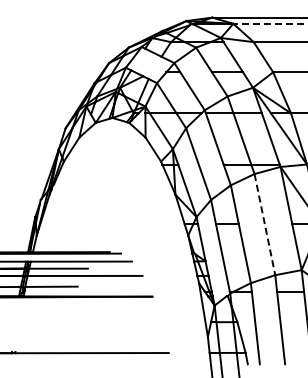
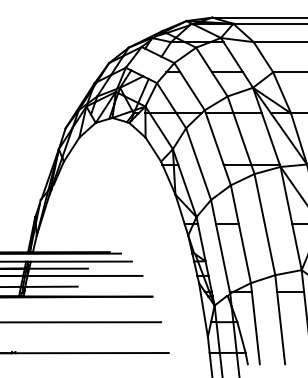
line at (270, 23): dashed -> solid
line at (264, 224): dashed -> solid
line at (81, 322): none -> present
